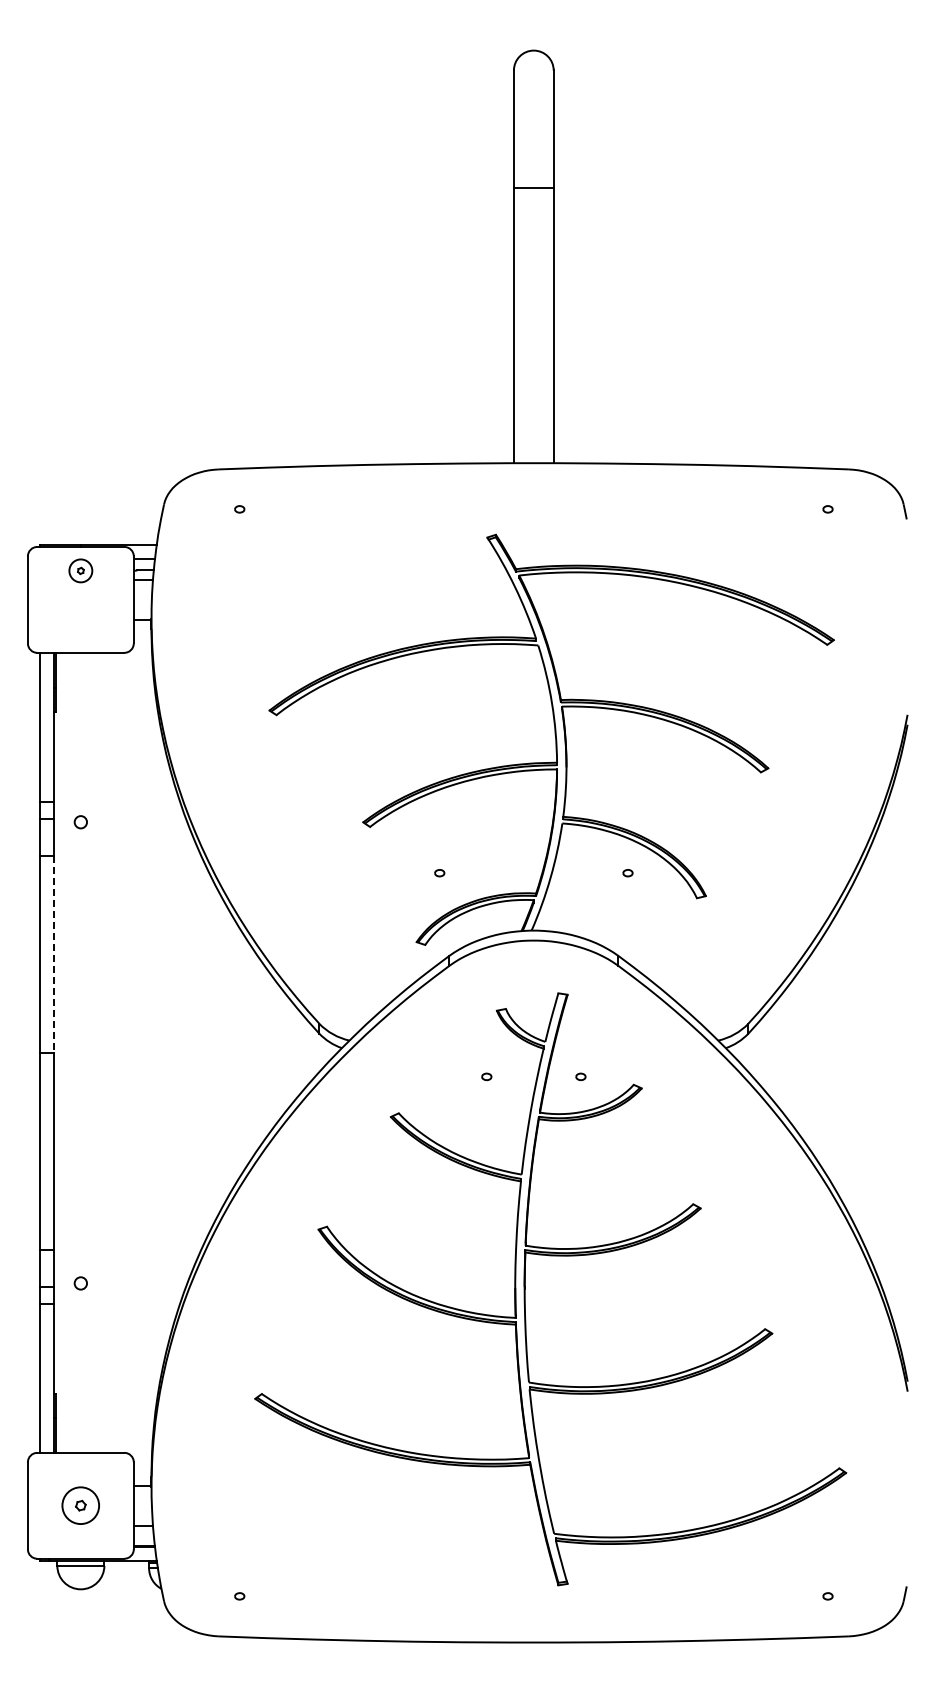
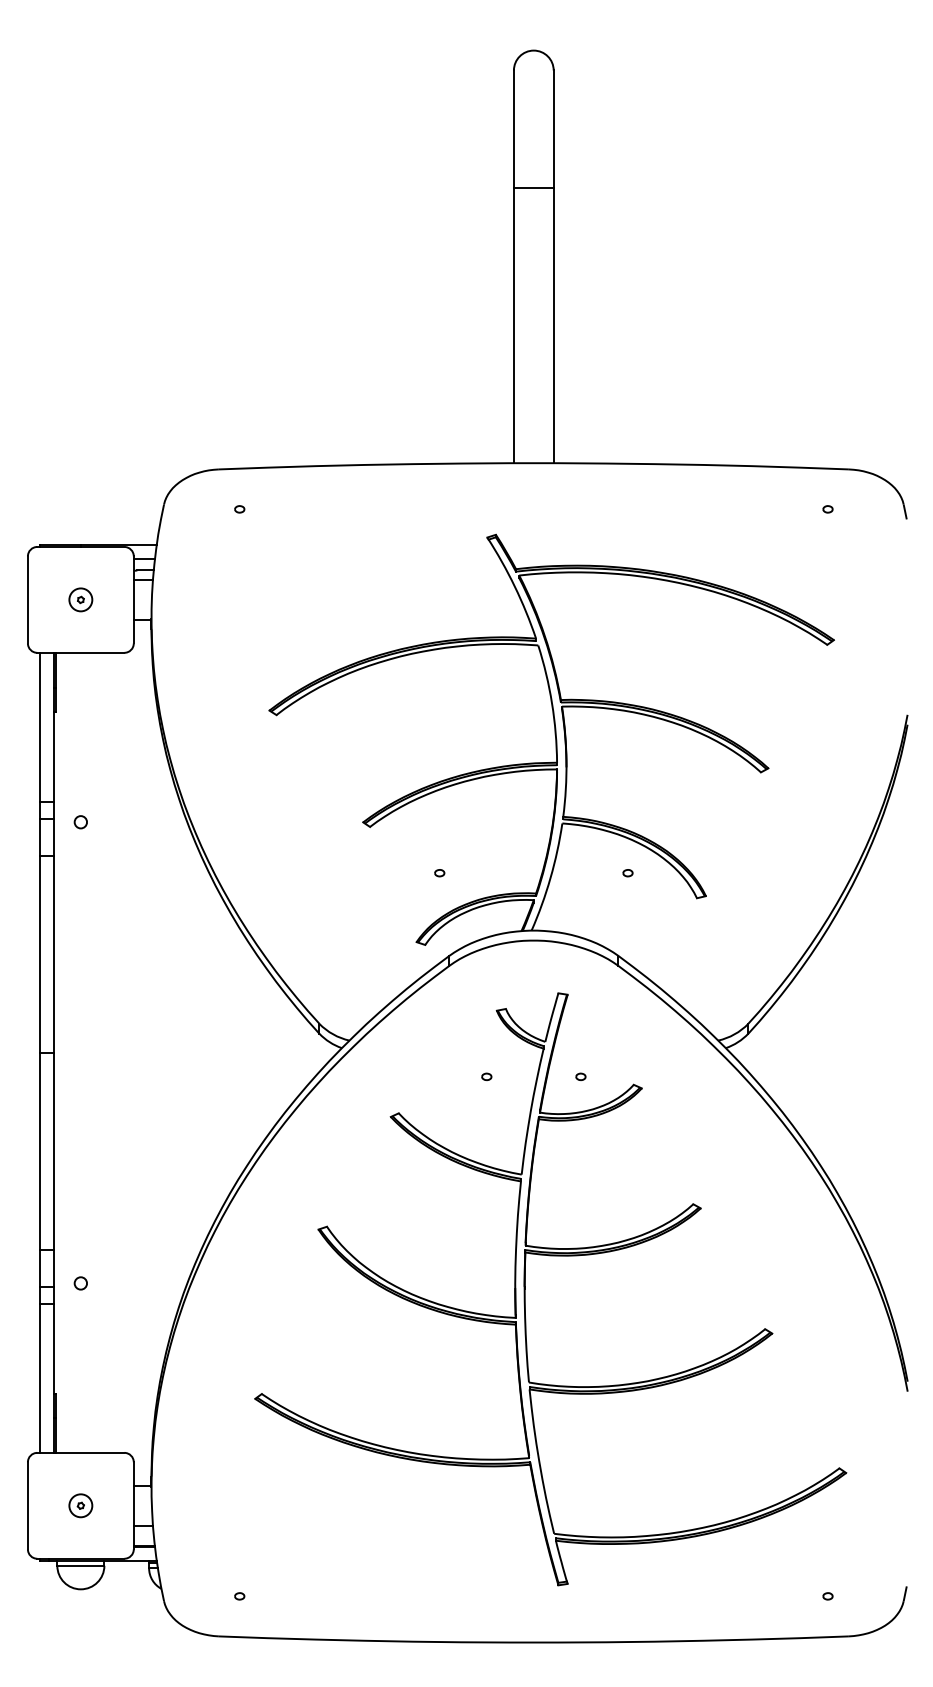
part at (80, 570) position: (80, 570) -> (80, 599)
line at (53, 955): dashed -> solid
part at (80, 1505) size: 39x39 px -> 26x26 px
